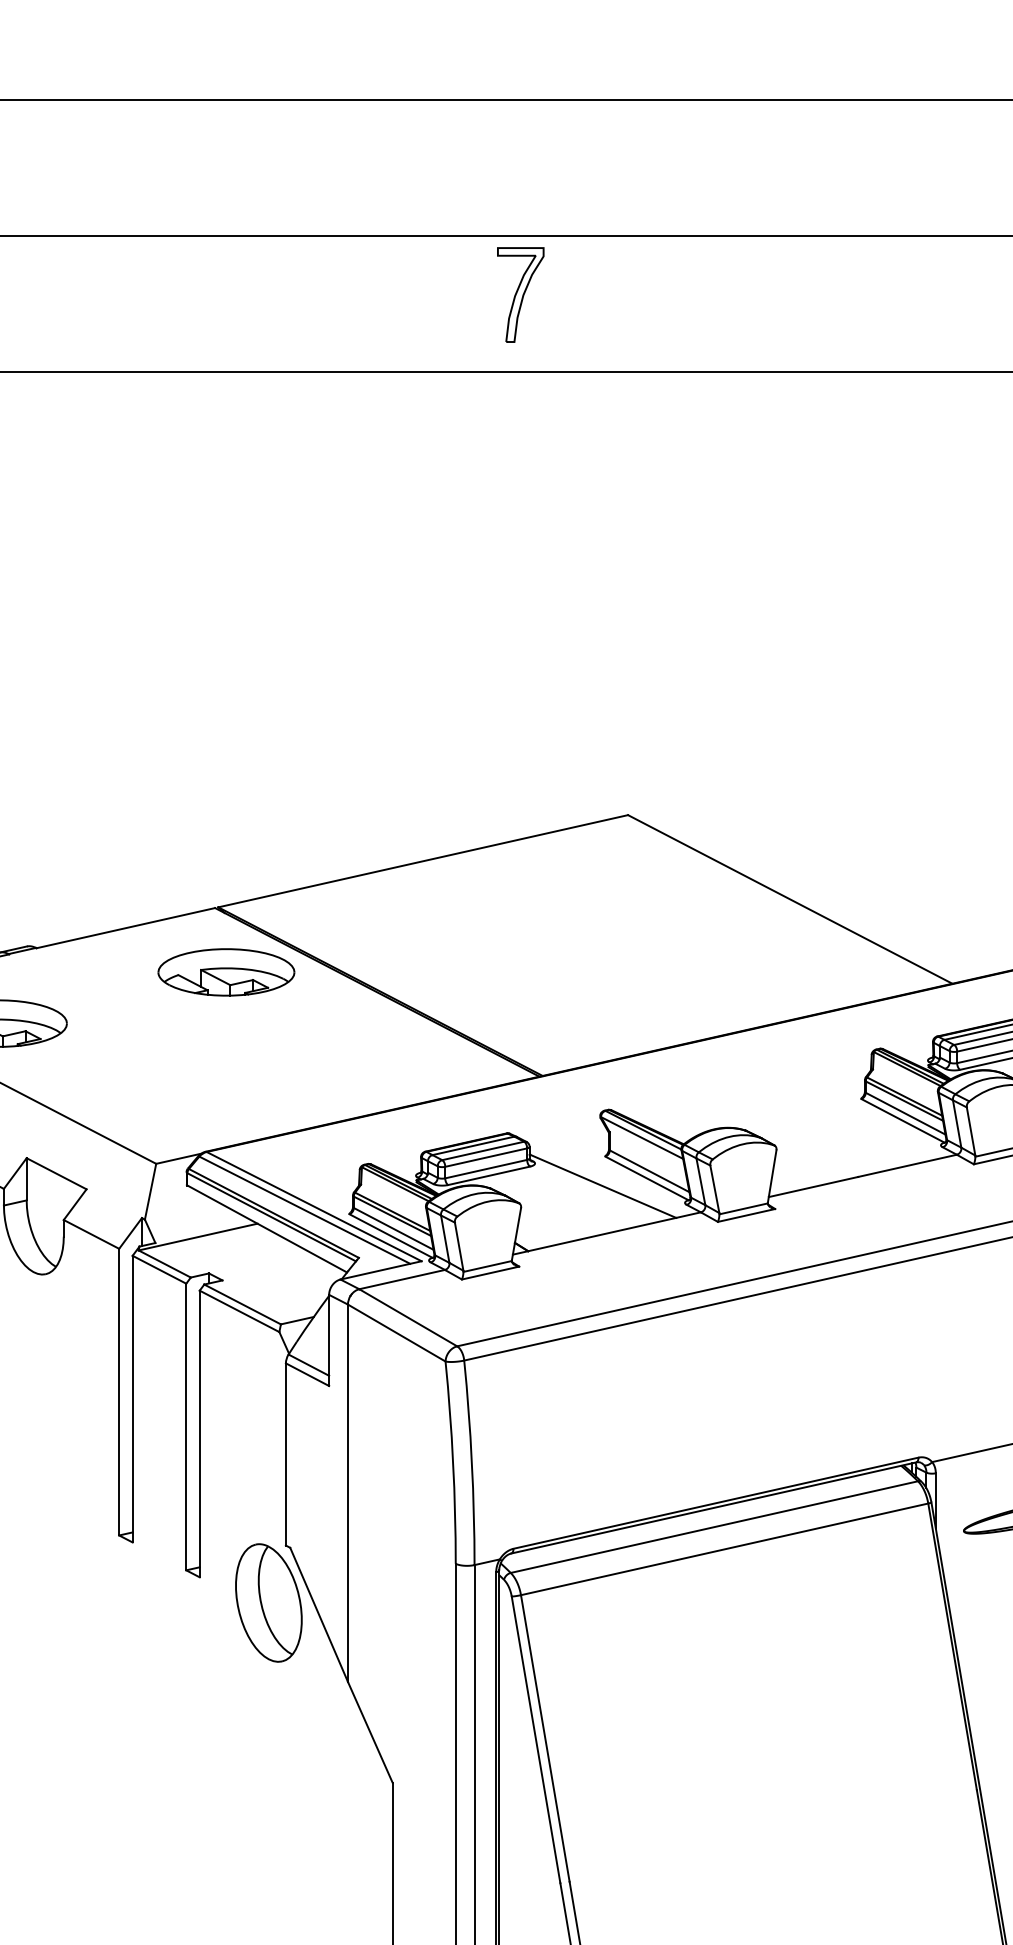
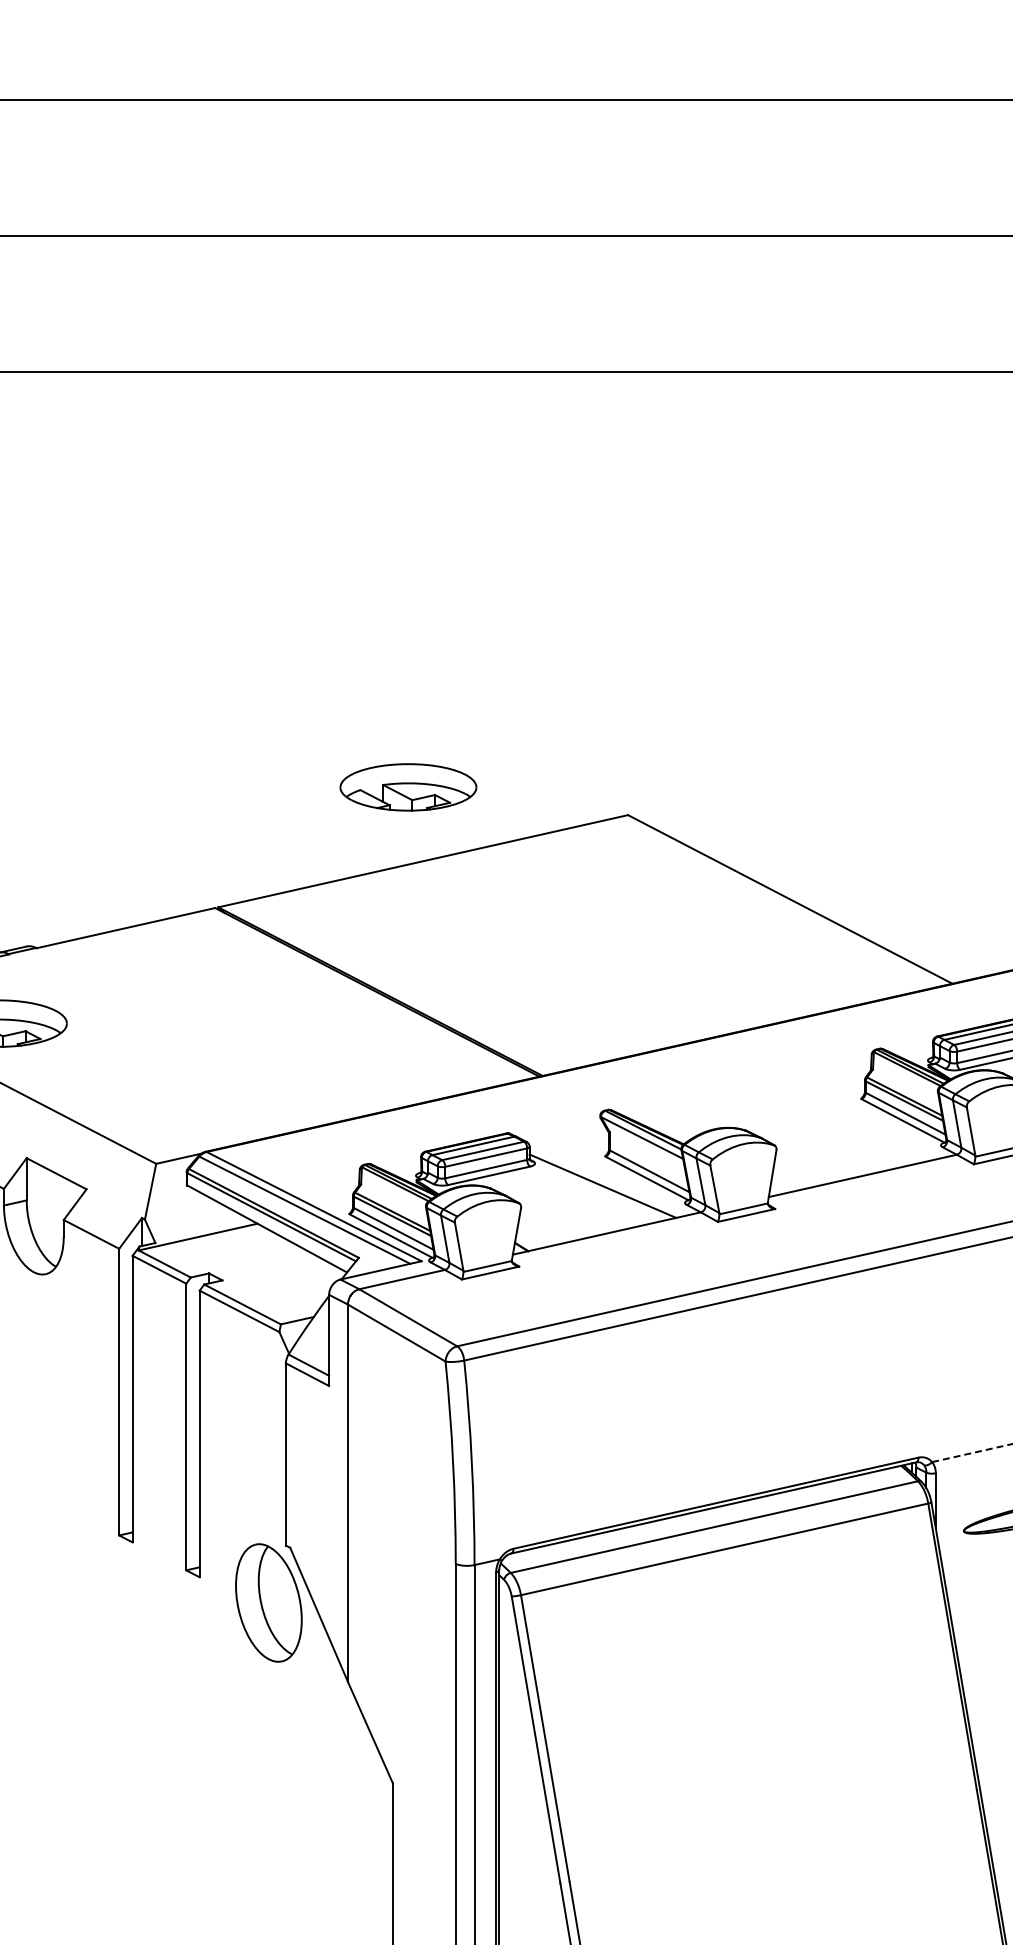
part at (520, 294): present -> none
part at (226, 972) position: (226, 972) -> (408, 787)
line at (972, 1453): solid -> dashed
